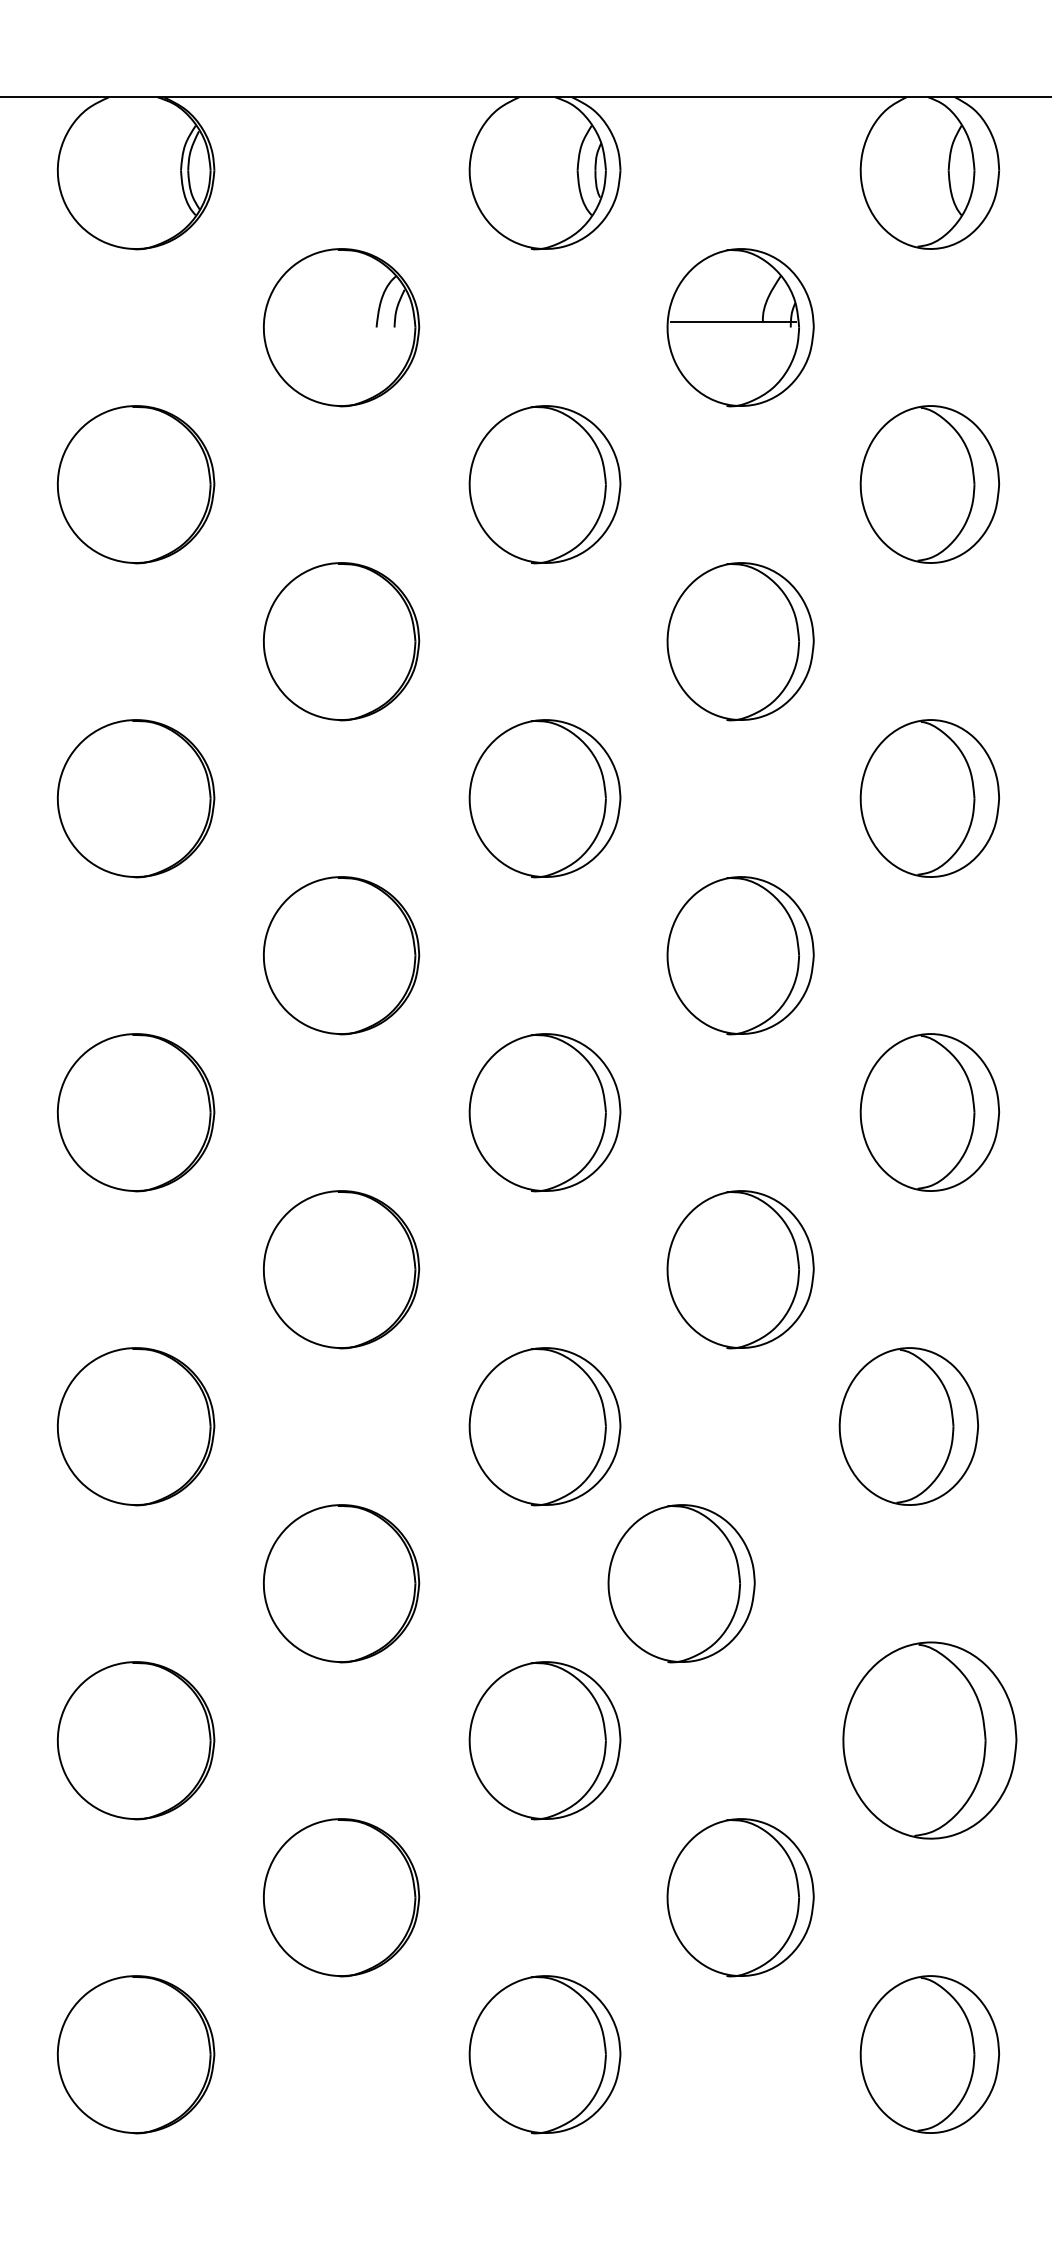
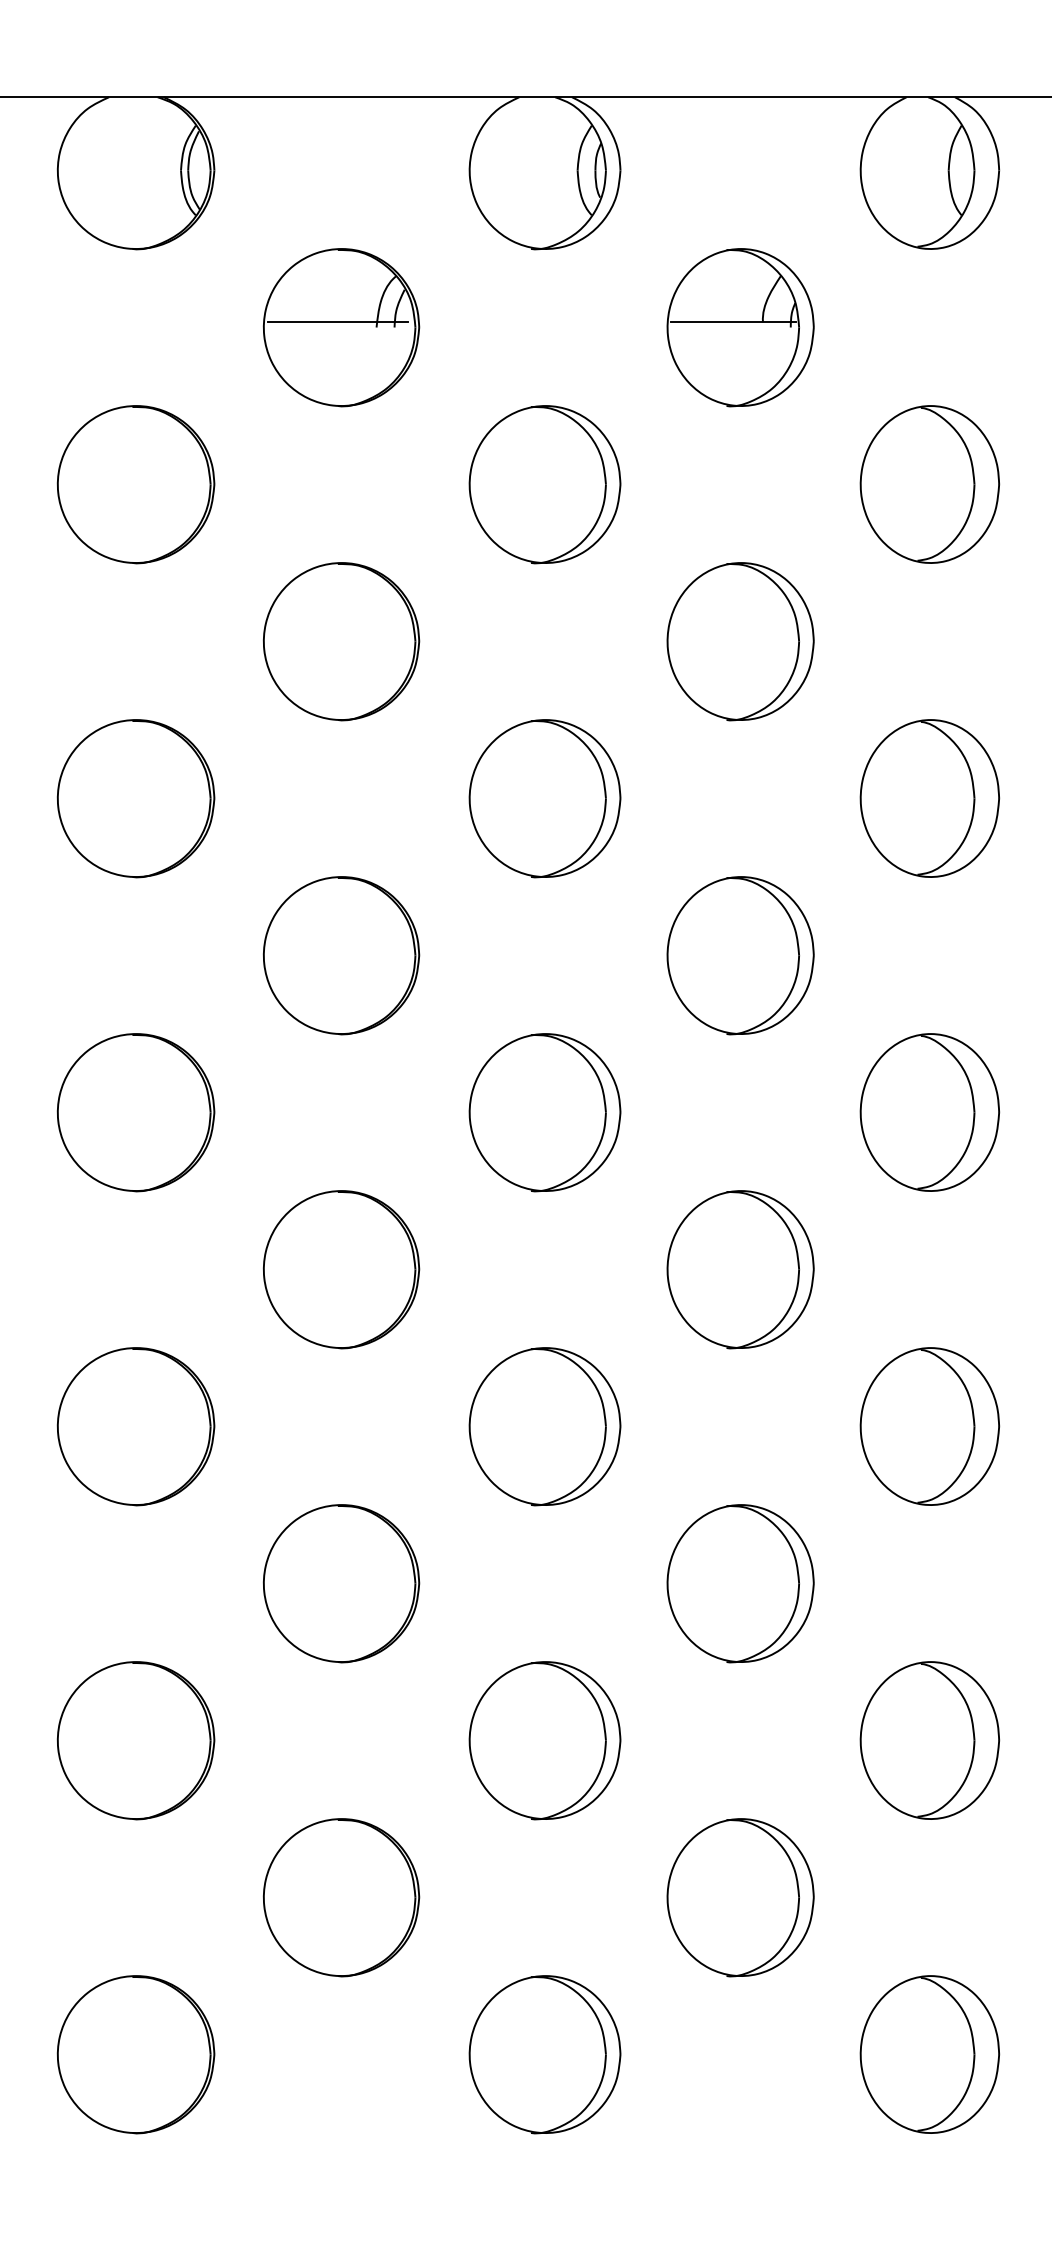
line at (337, 322): none -> present
part at (908, 1426) position: (908, 1426) -> (929, 1426)
part at (681, 1583) position: (681, 1583) -> (740, 1583)
part at (929, 1740) size: 176x199 px -> 142x159 px
